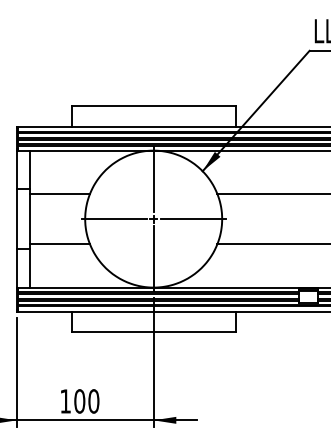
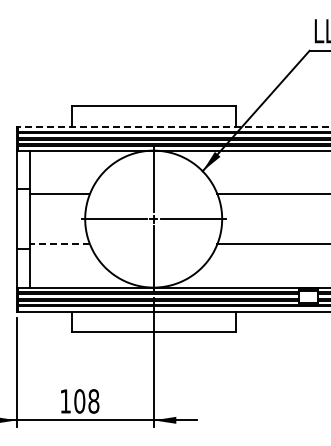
line at (174, 126): solid -> dashed
line at (60, 244): solid -> dashed
text at (93, 401): 100 -> 108
